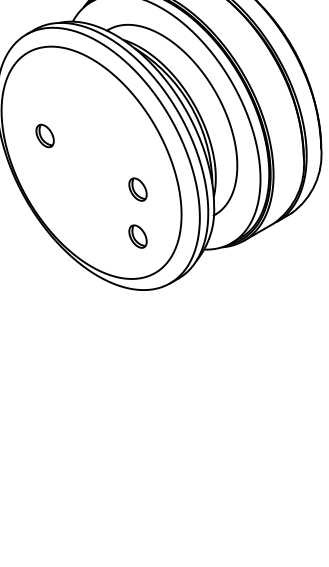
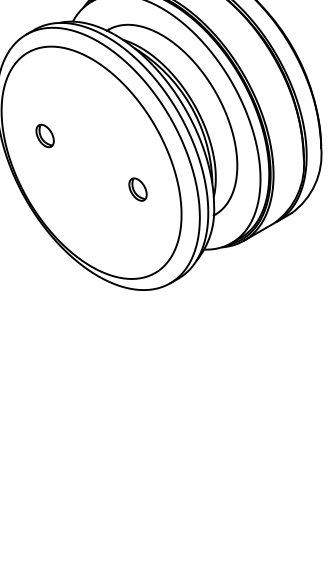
part at (137, 236): present -> none
